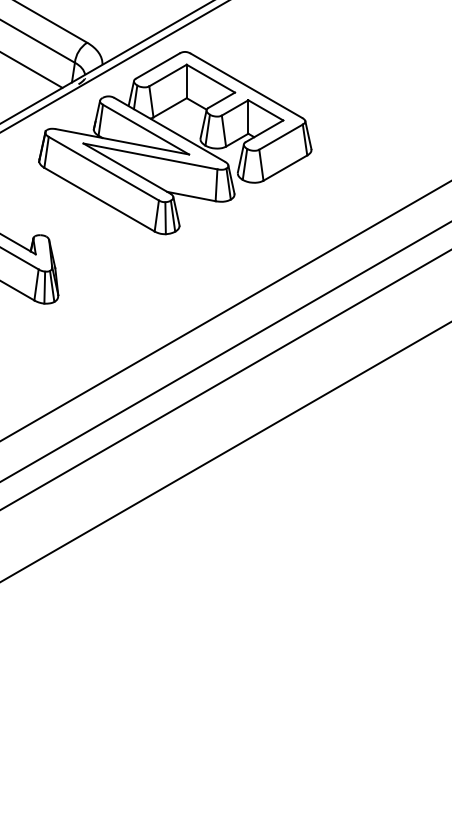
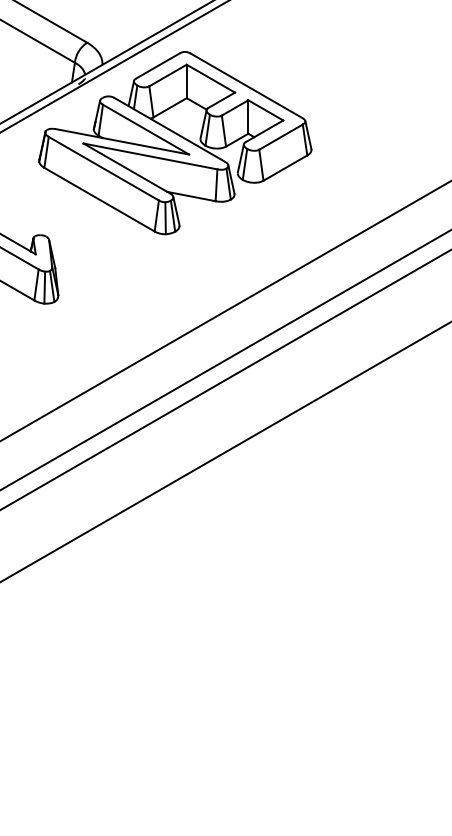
line at (32, 70): present -> none
line at (225, 351) position: (225, 351) -> (225, 360)
